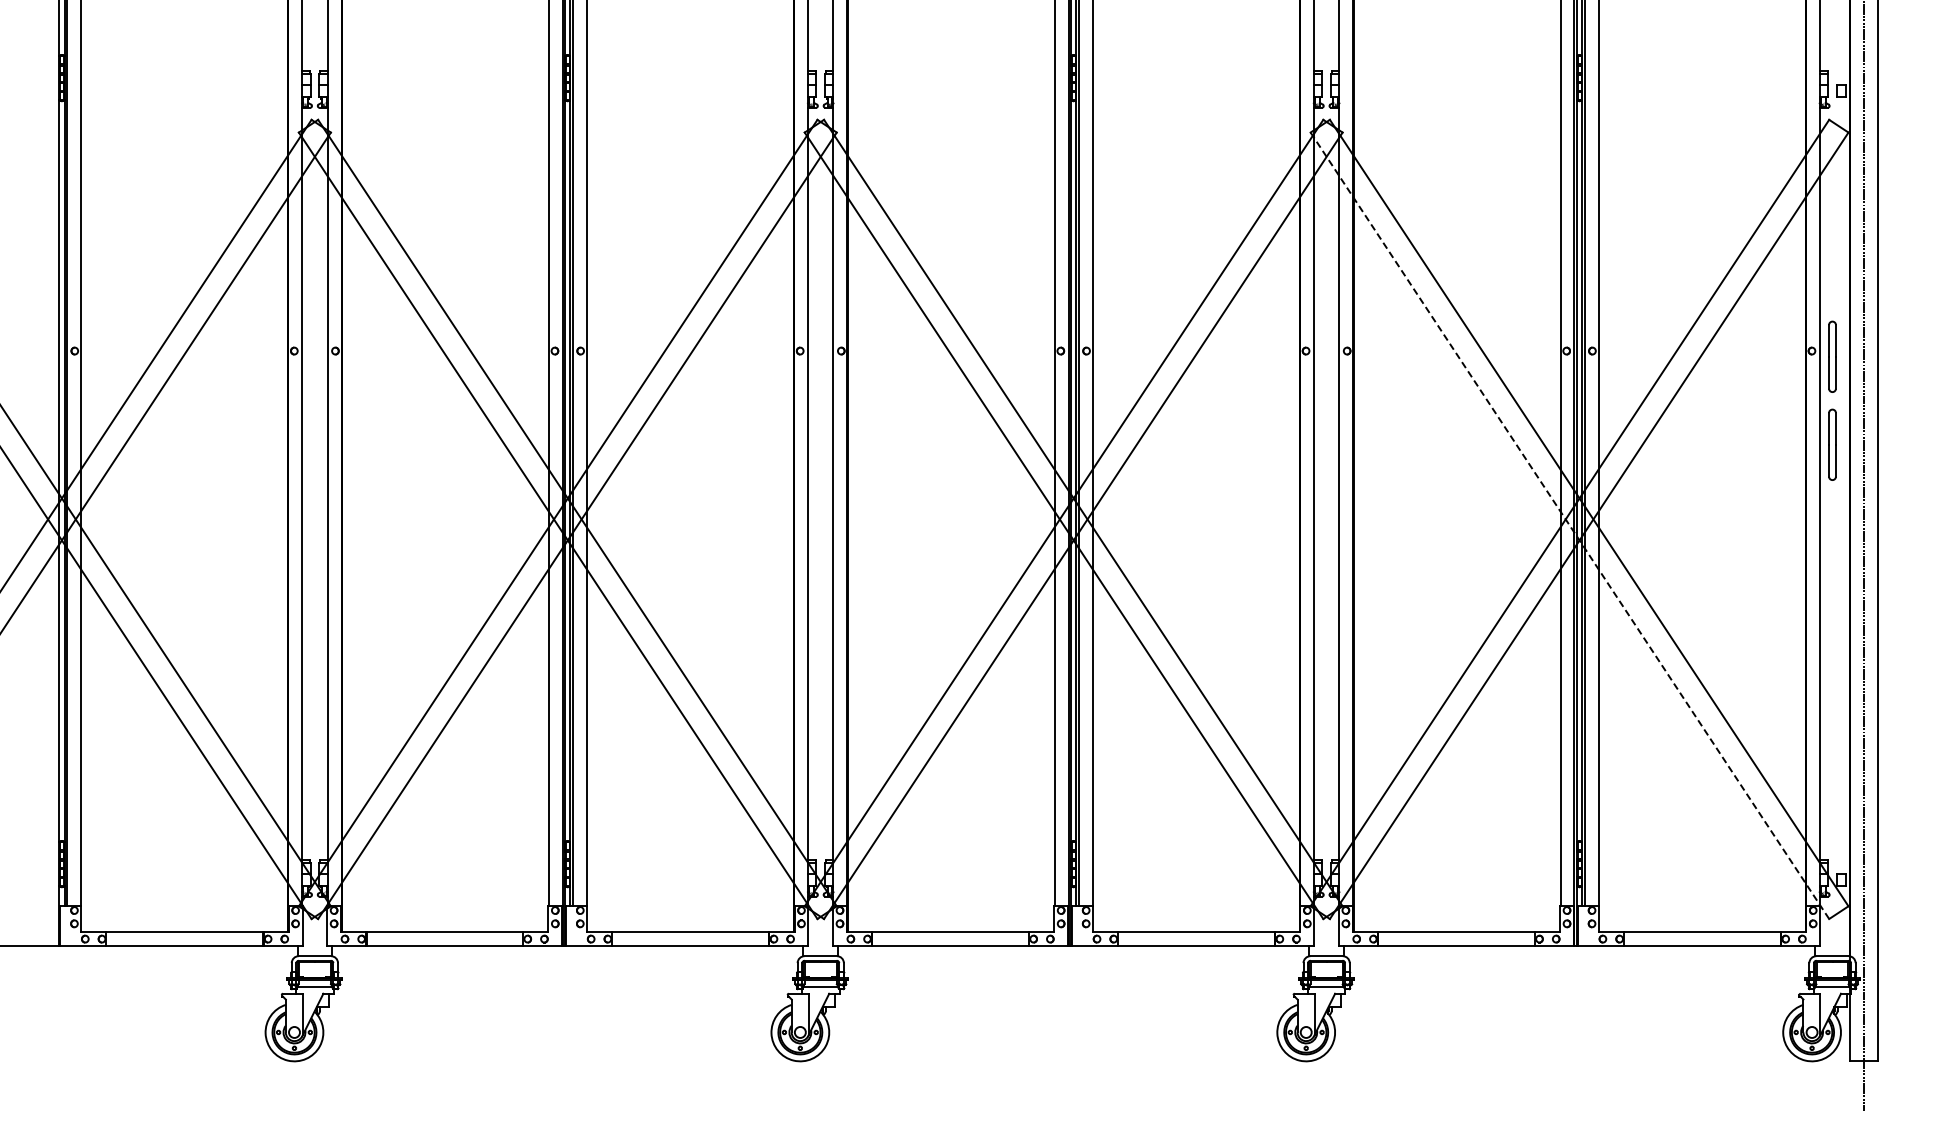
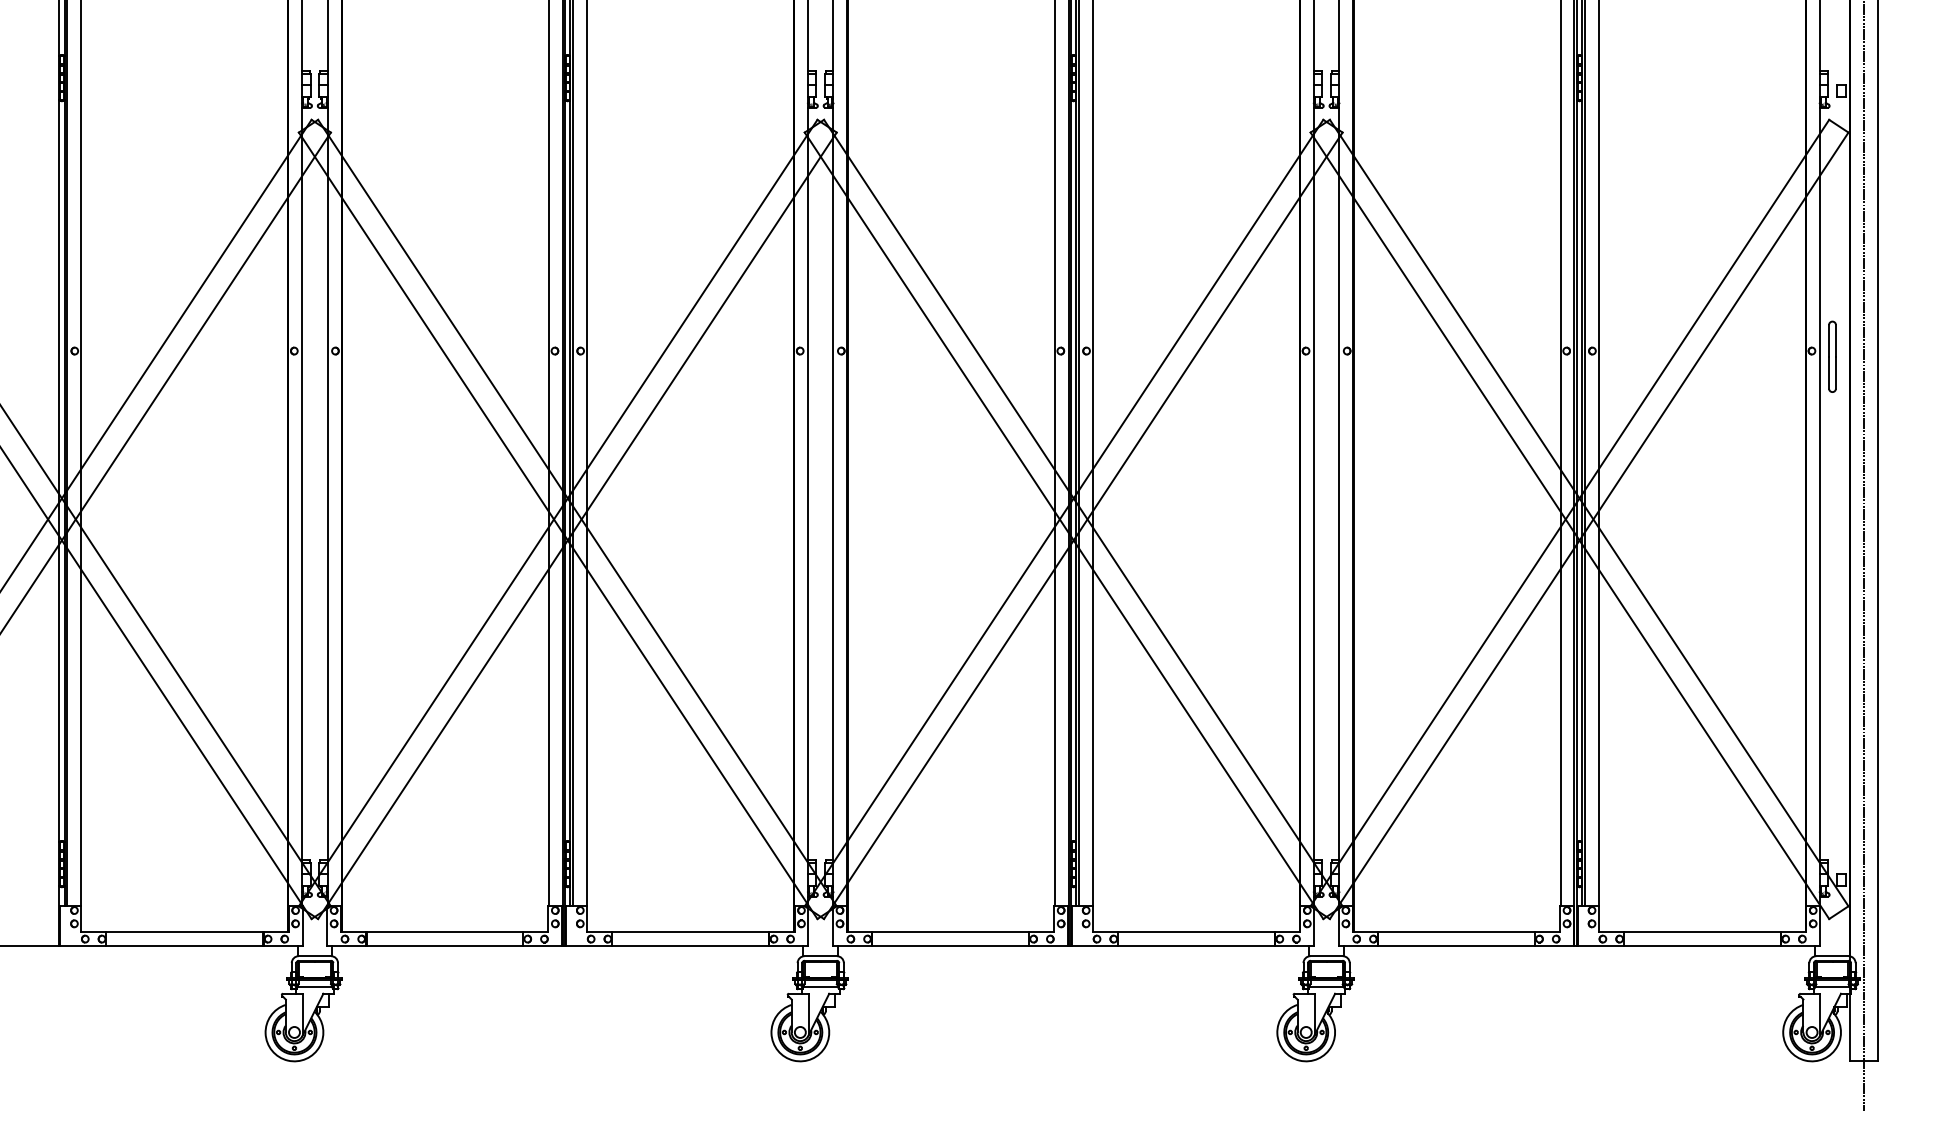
part at (1832, 444): present -> none
line at (1569, 525): dashed -> solid
